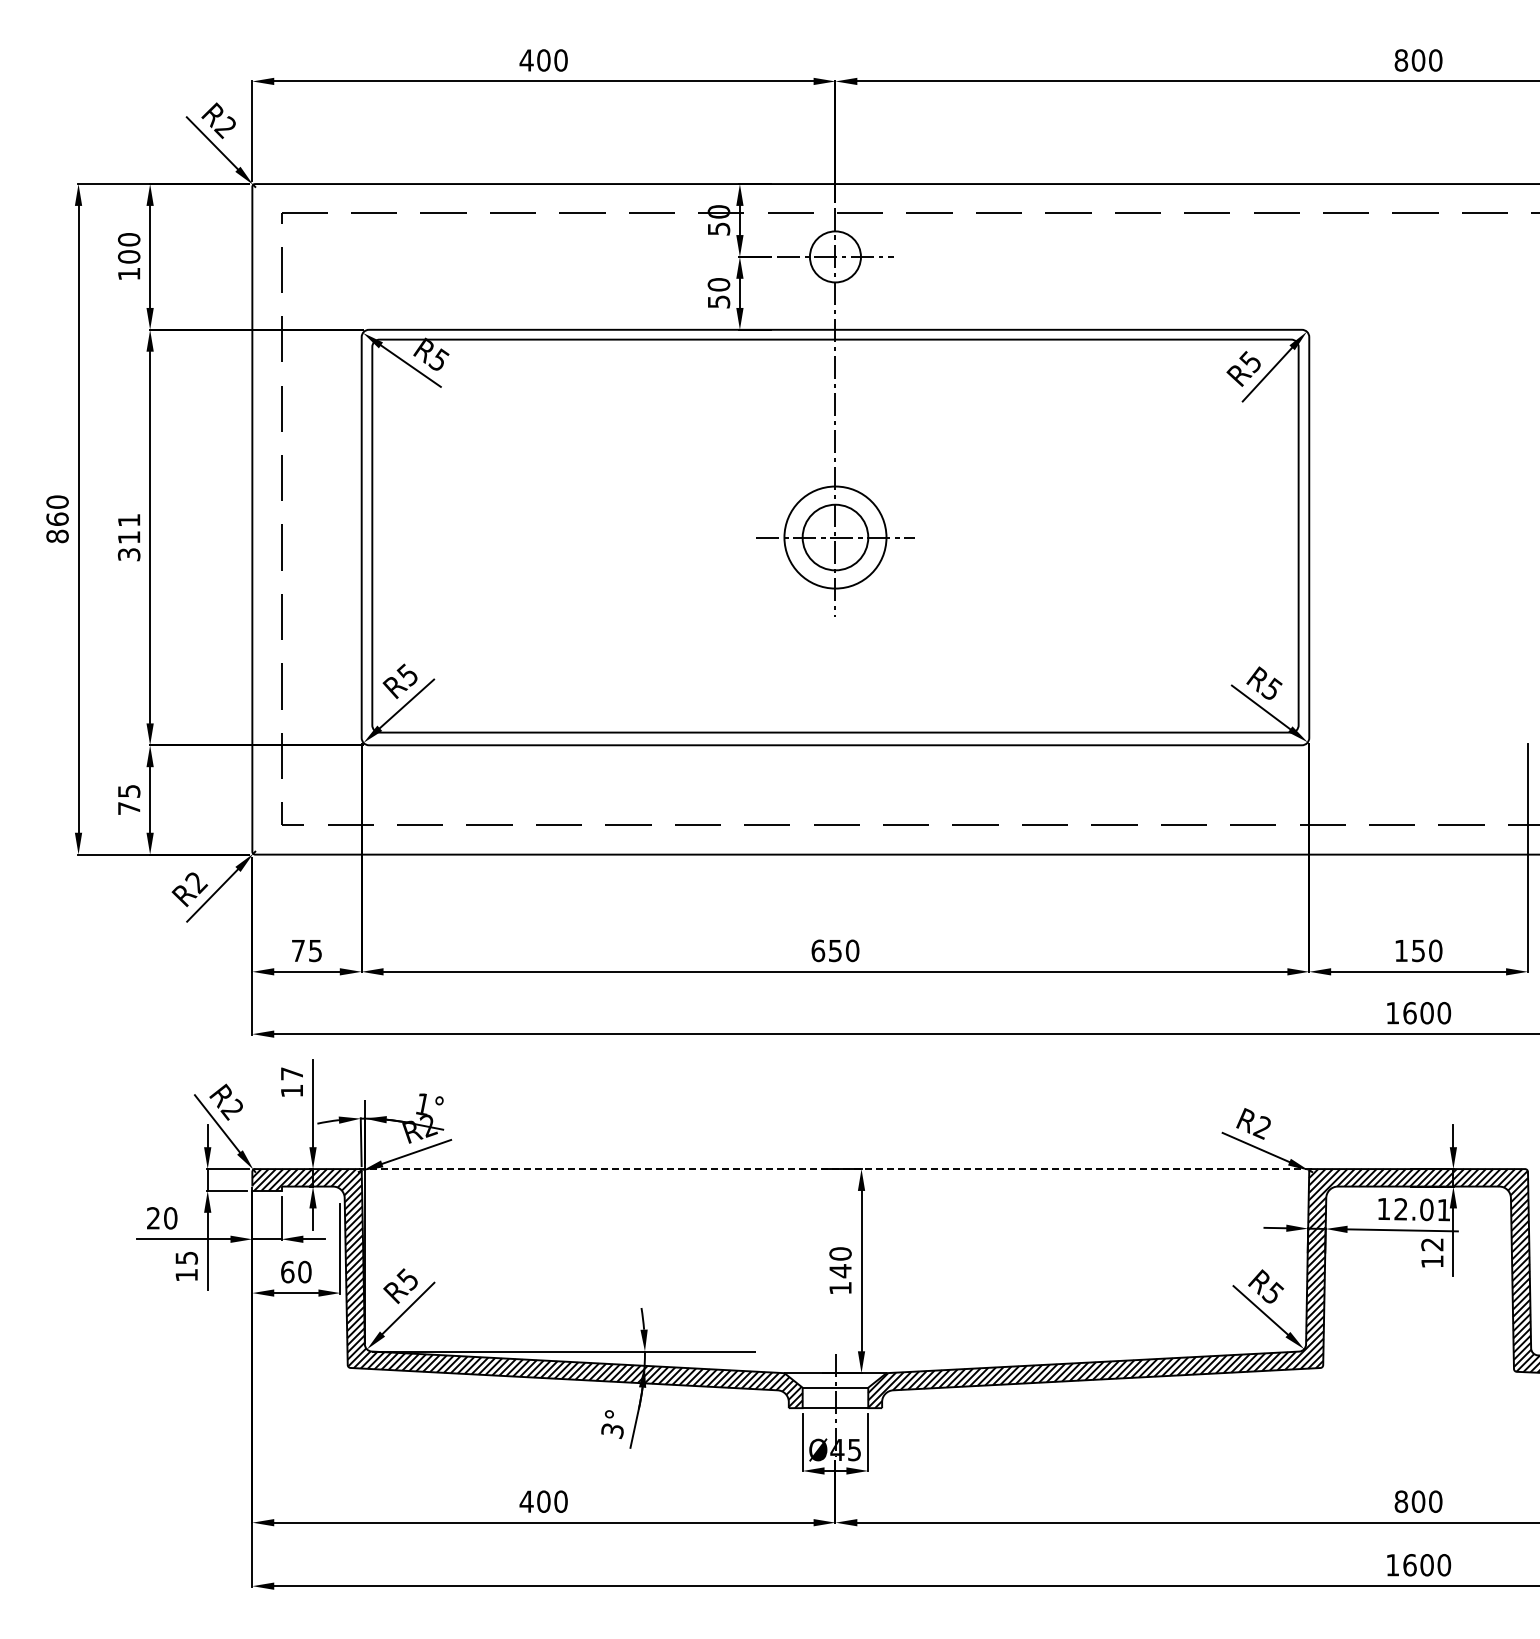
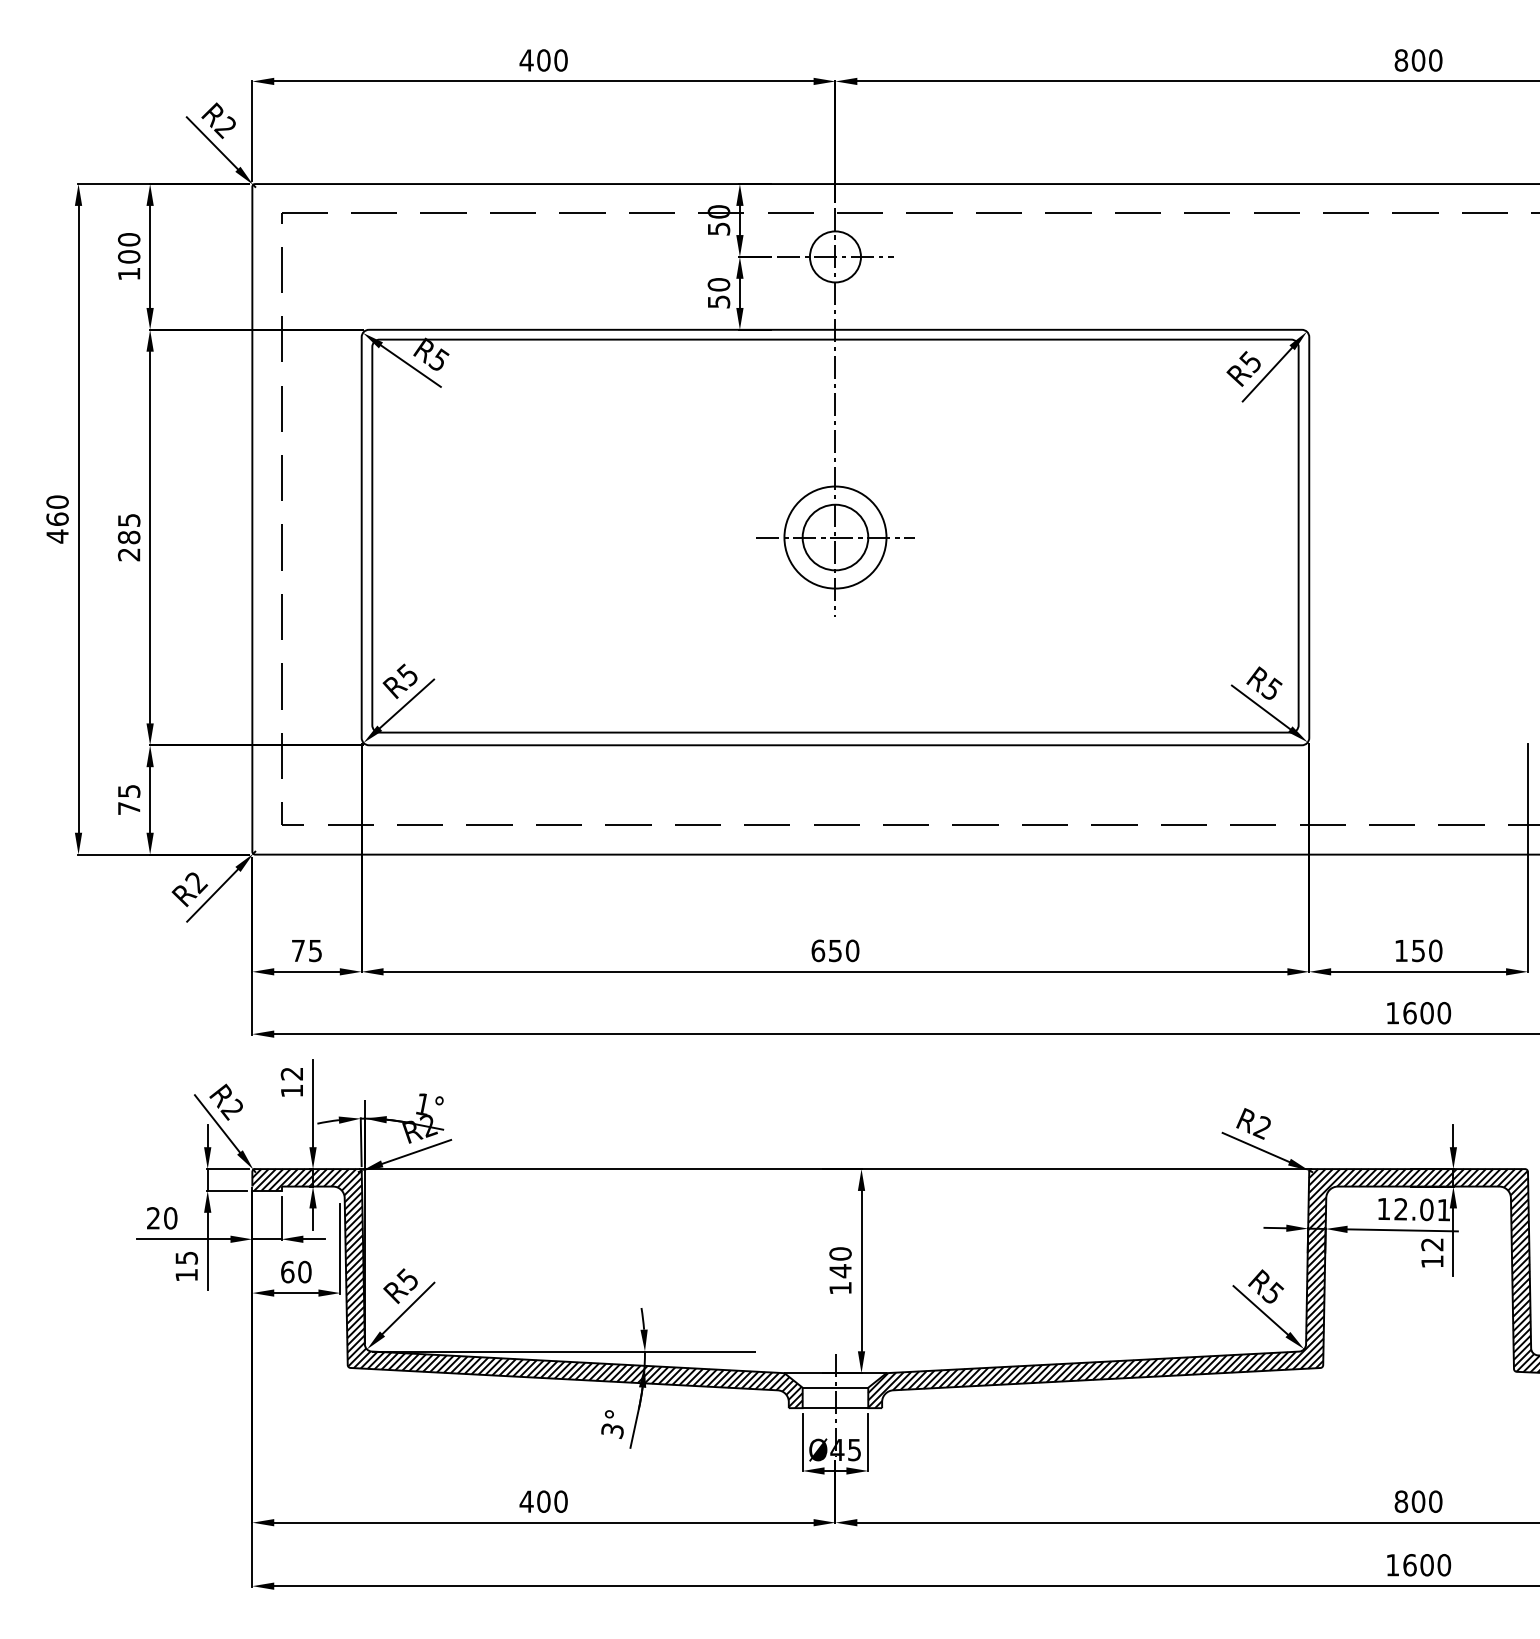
text at (57, 536): 860 -> 460
text at (128, 537): 311 -> 285
text at (291, 1073): 17 -> 12
line at (835, 1169): dashed -> solid
